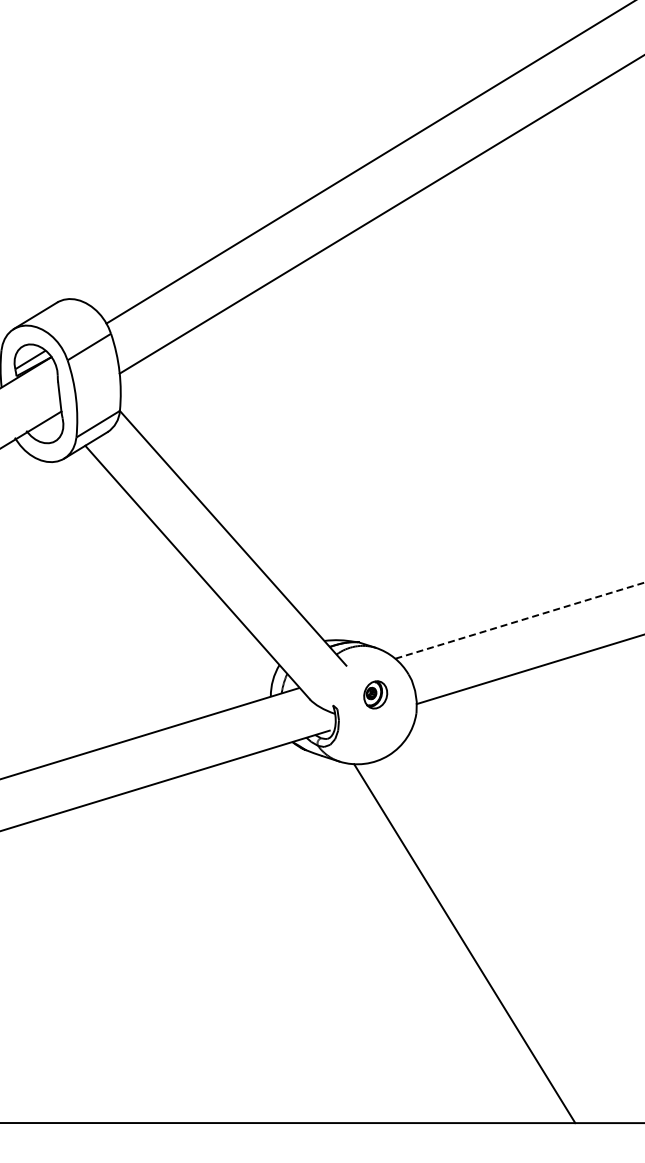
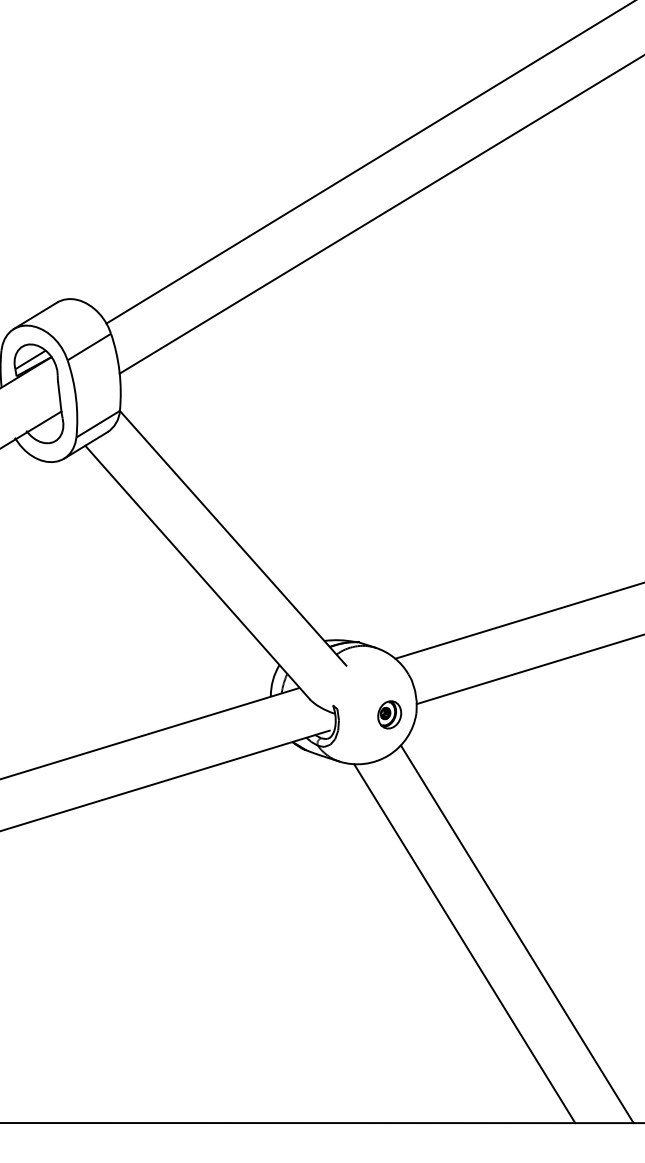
line at (519, 620): dashed -> solid
part at (375, 694) position: (375, 694) -> (389, 714)
line at (516, 934): none -> present
